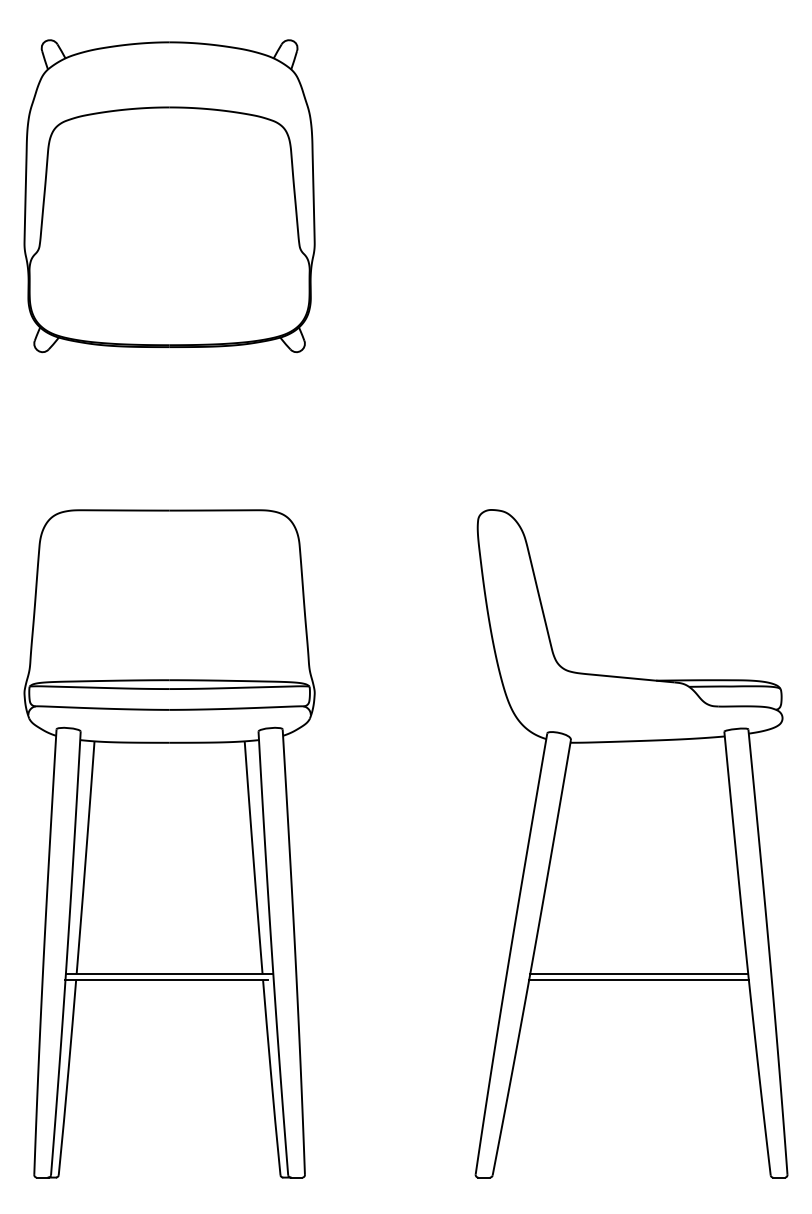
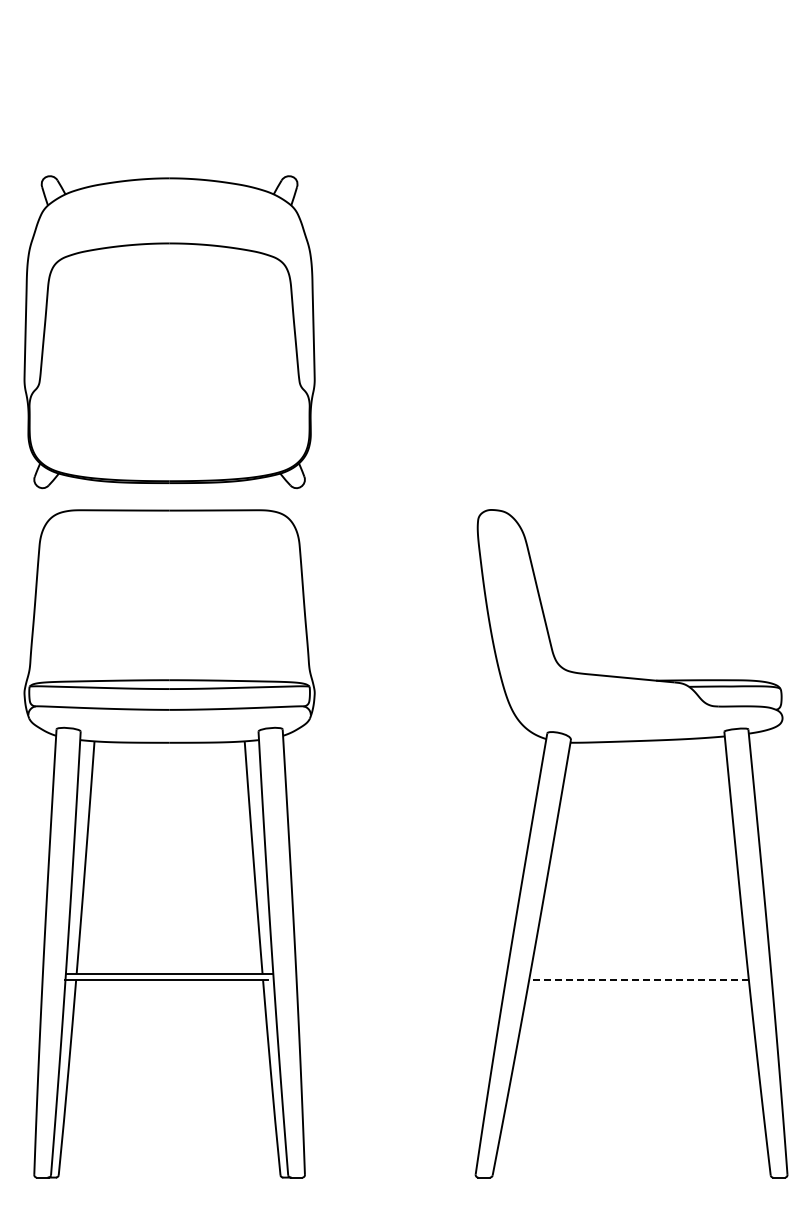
part at (169, 196) position: (169, 196) -> (169, 332)
line at (639, 974): present -> none
line at (639, 980): solid -> dashed
